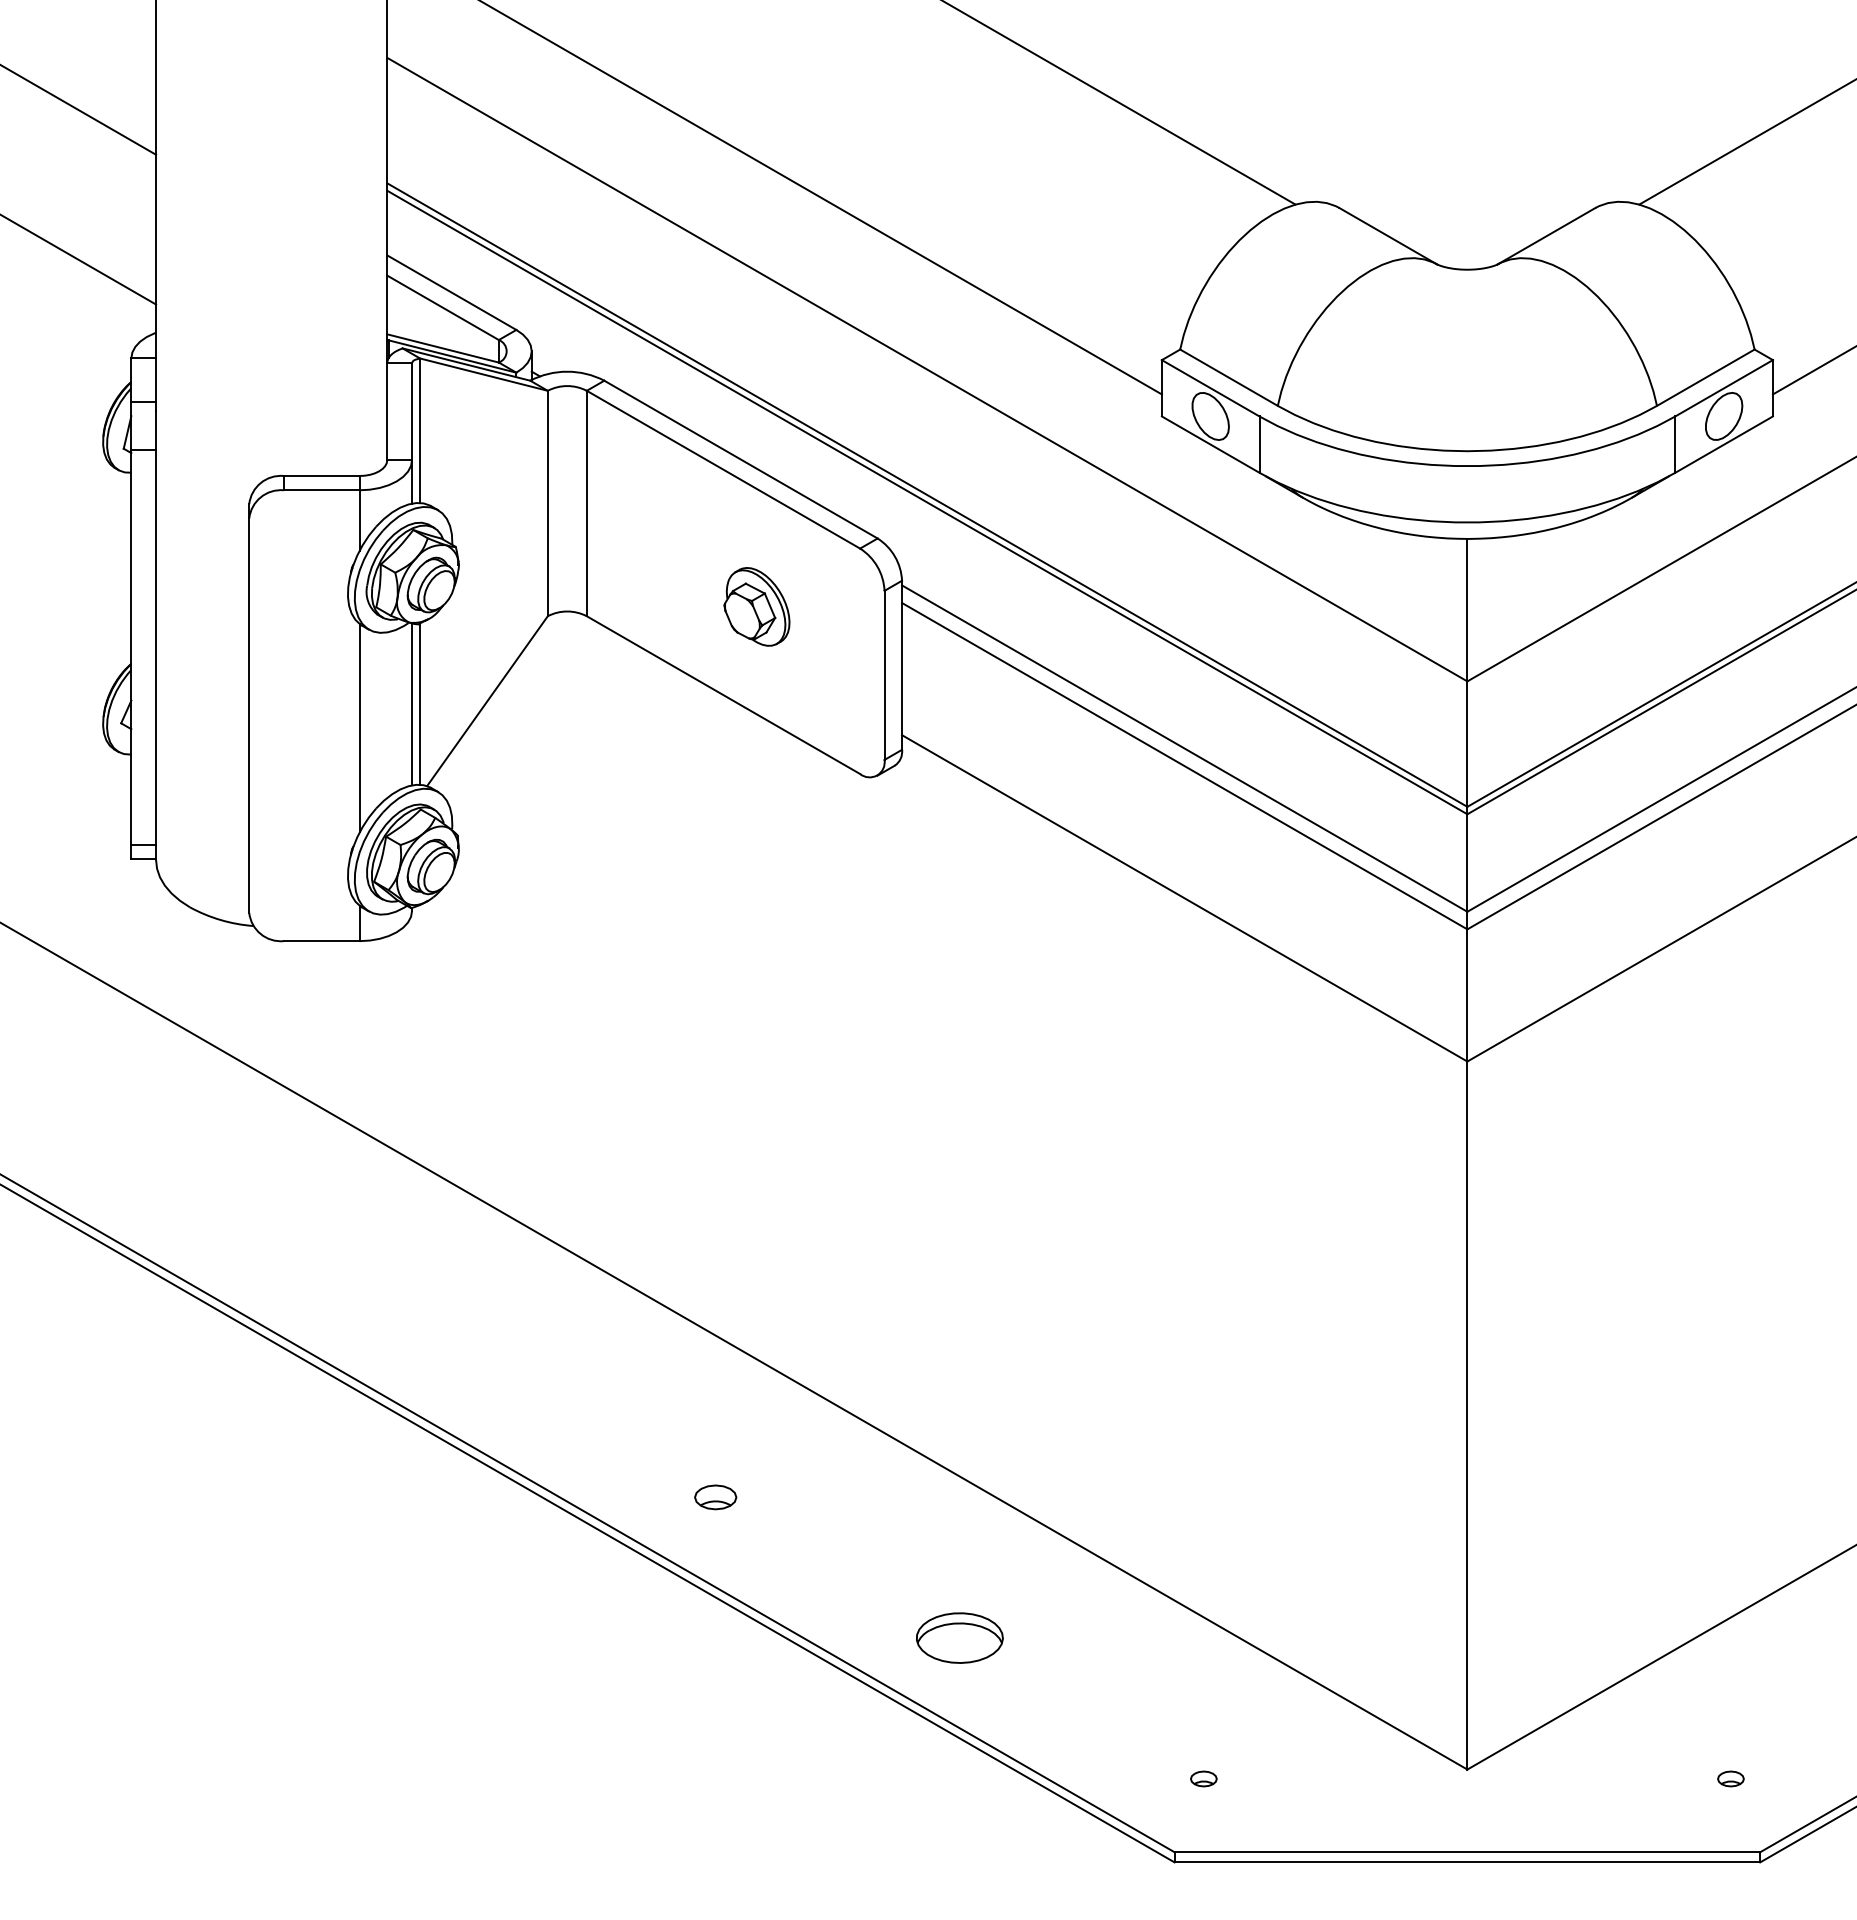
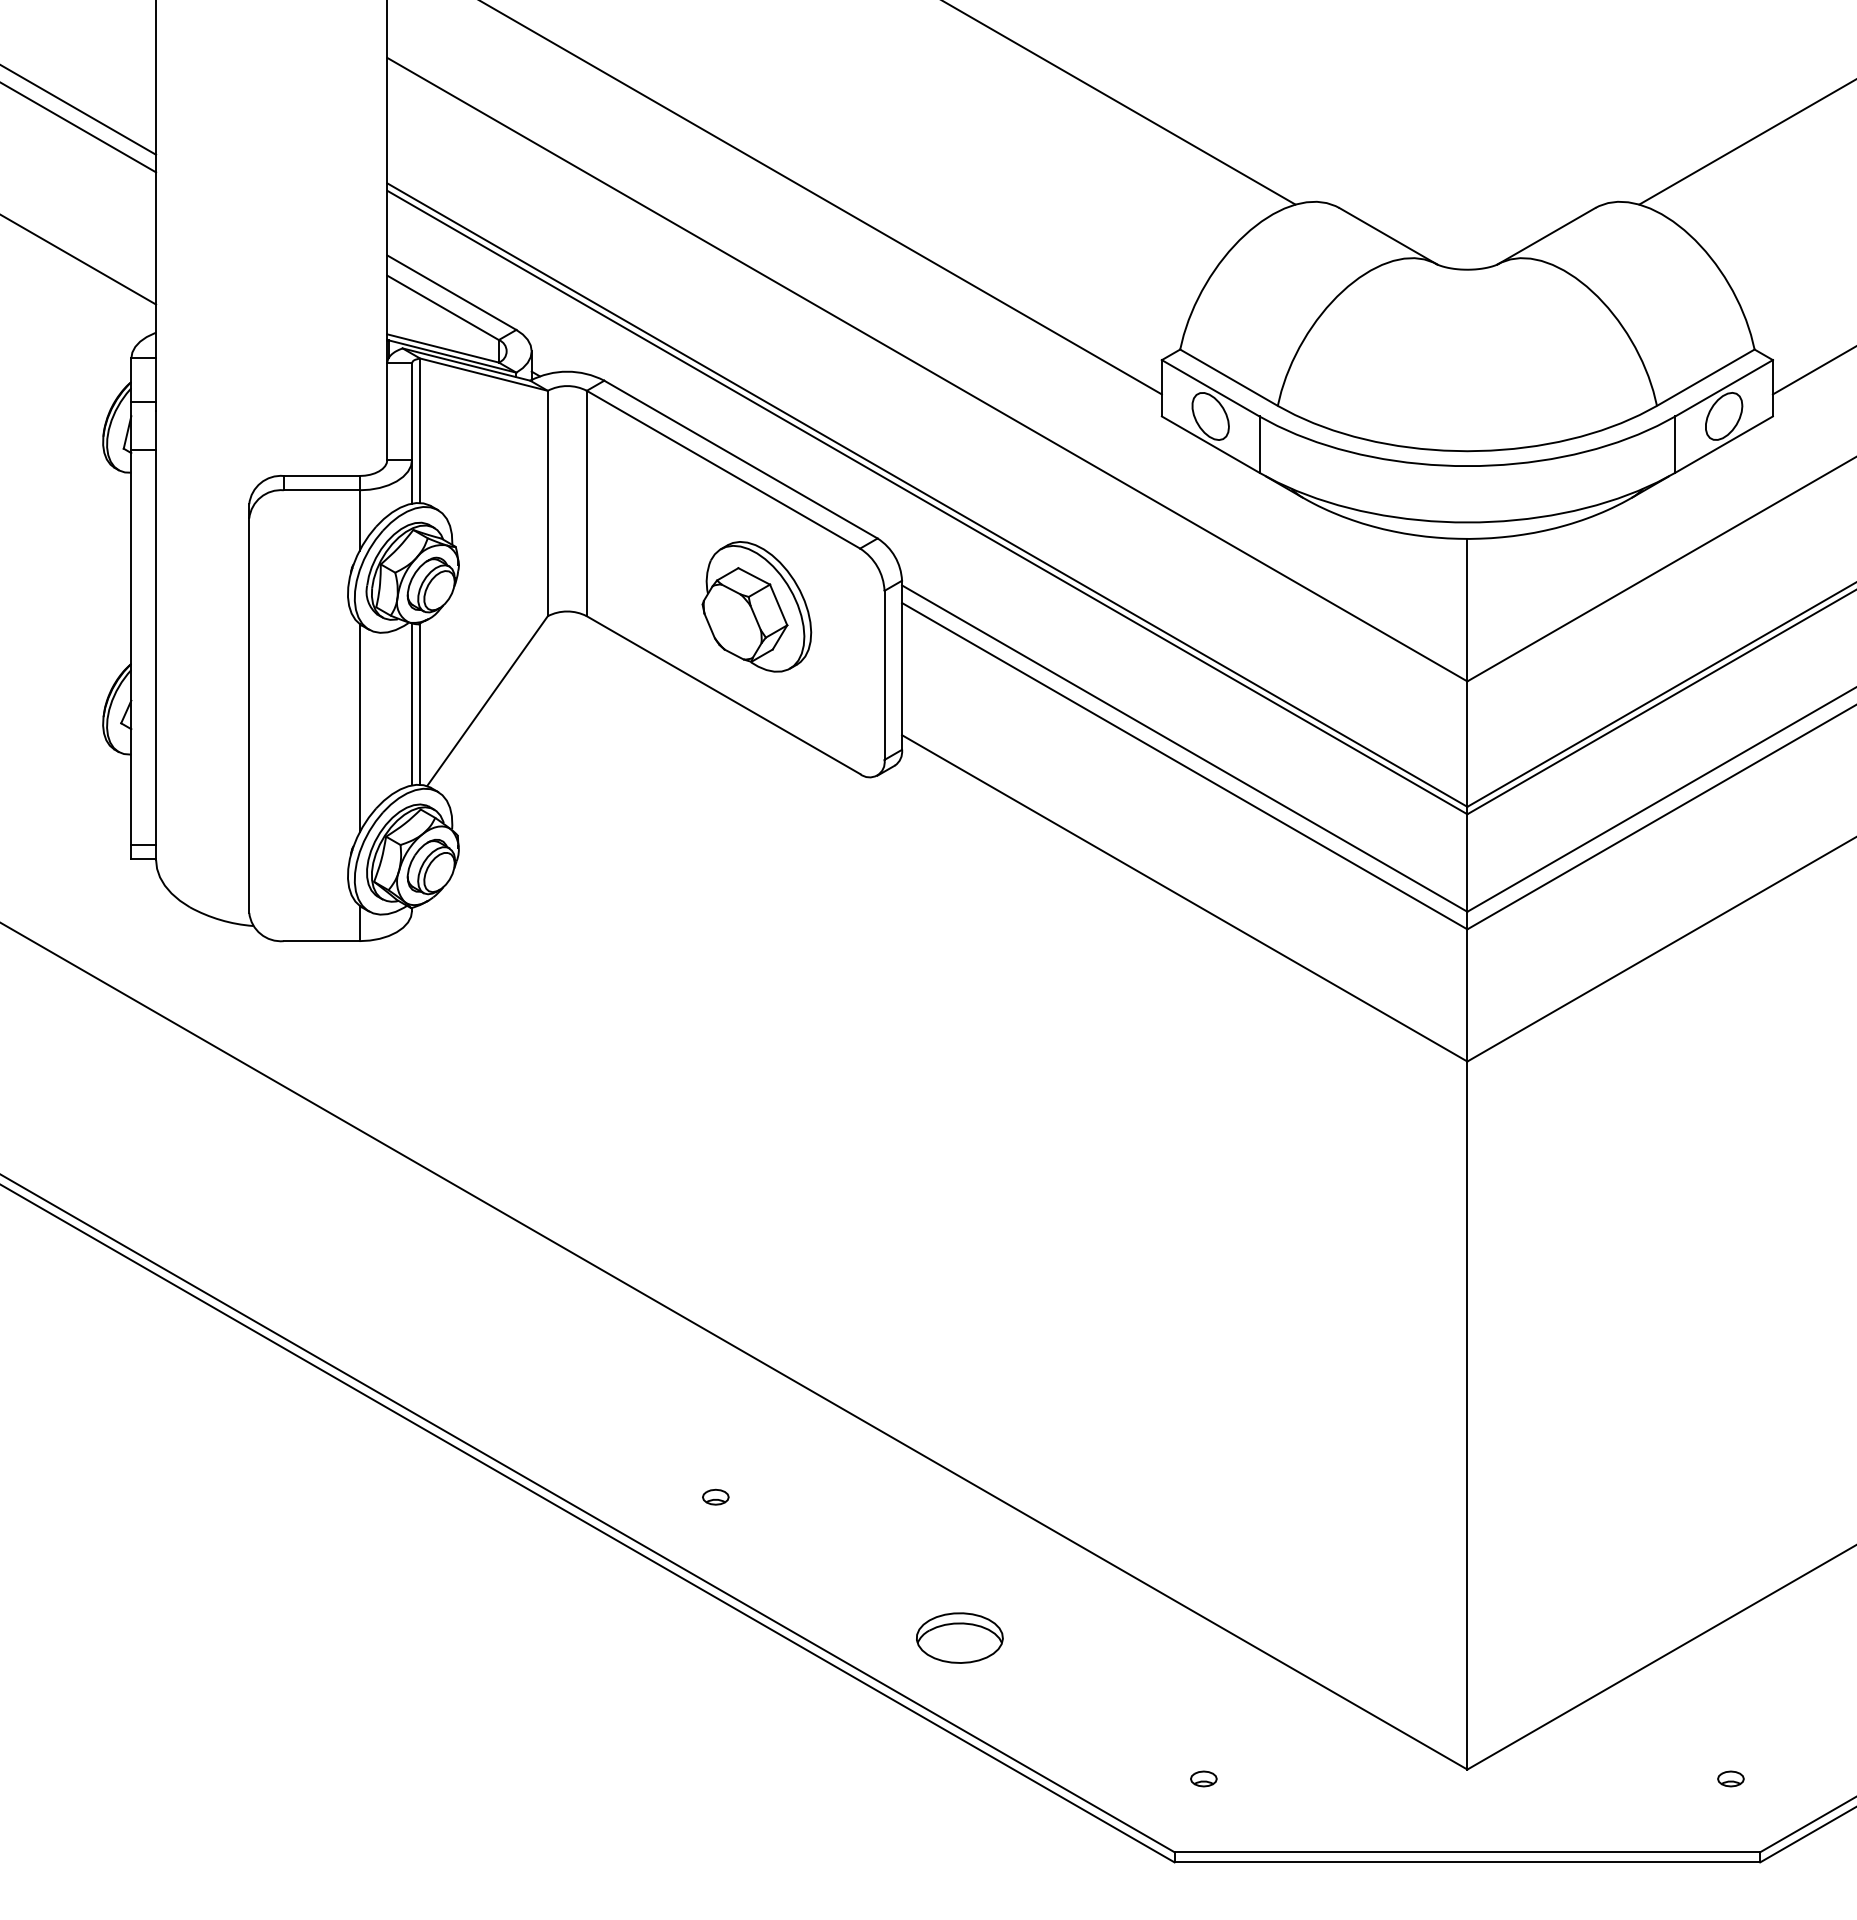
line at (79, 127): none -> present
part at (756, 606) size: 68x80 px -> 112x132 px
part at (715, 1497) size: 44x27 px -> 28x18 px
